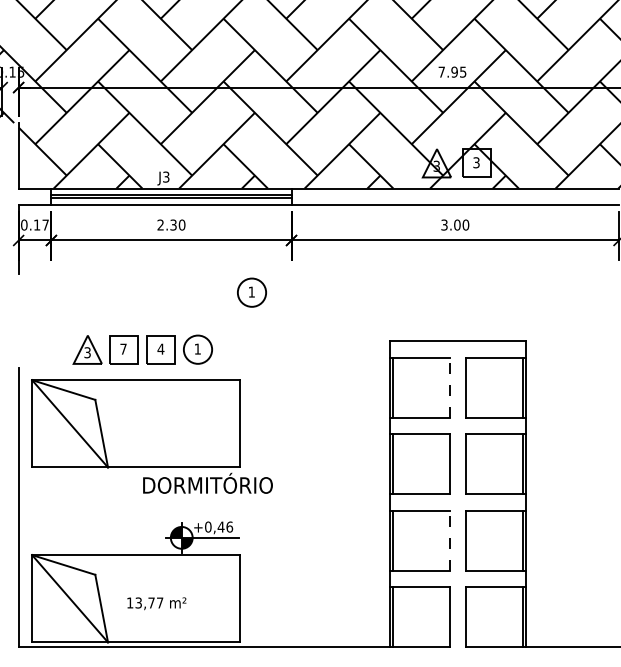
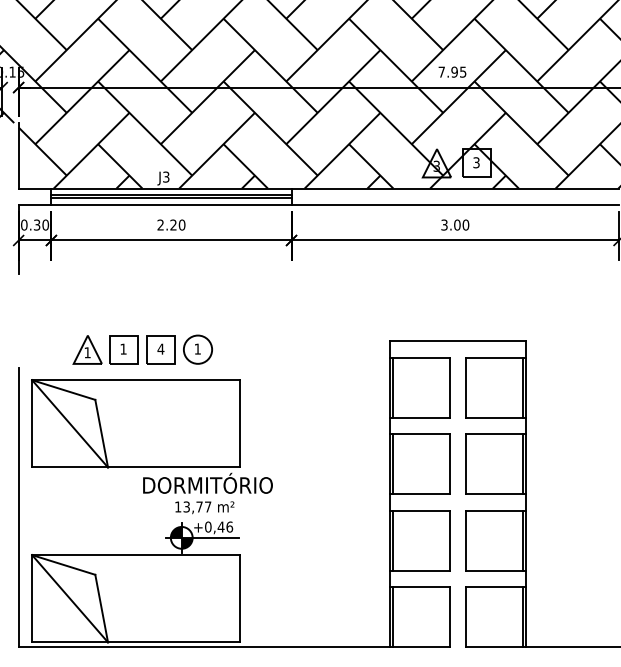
text at (41, 224): 0.17 -> 0.30
text at (173, 225): 2.30 -> 2.20
part at (251, 292): present -> none
text at (123, 348): 7 -> 1
text at (87, 352): 3 -> 1
line at (449, 387): dashed -> solid
line at (449, 540): dashed -> solid
text at (156, 603) position: (156, 603) -> (204, 507)
